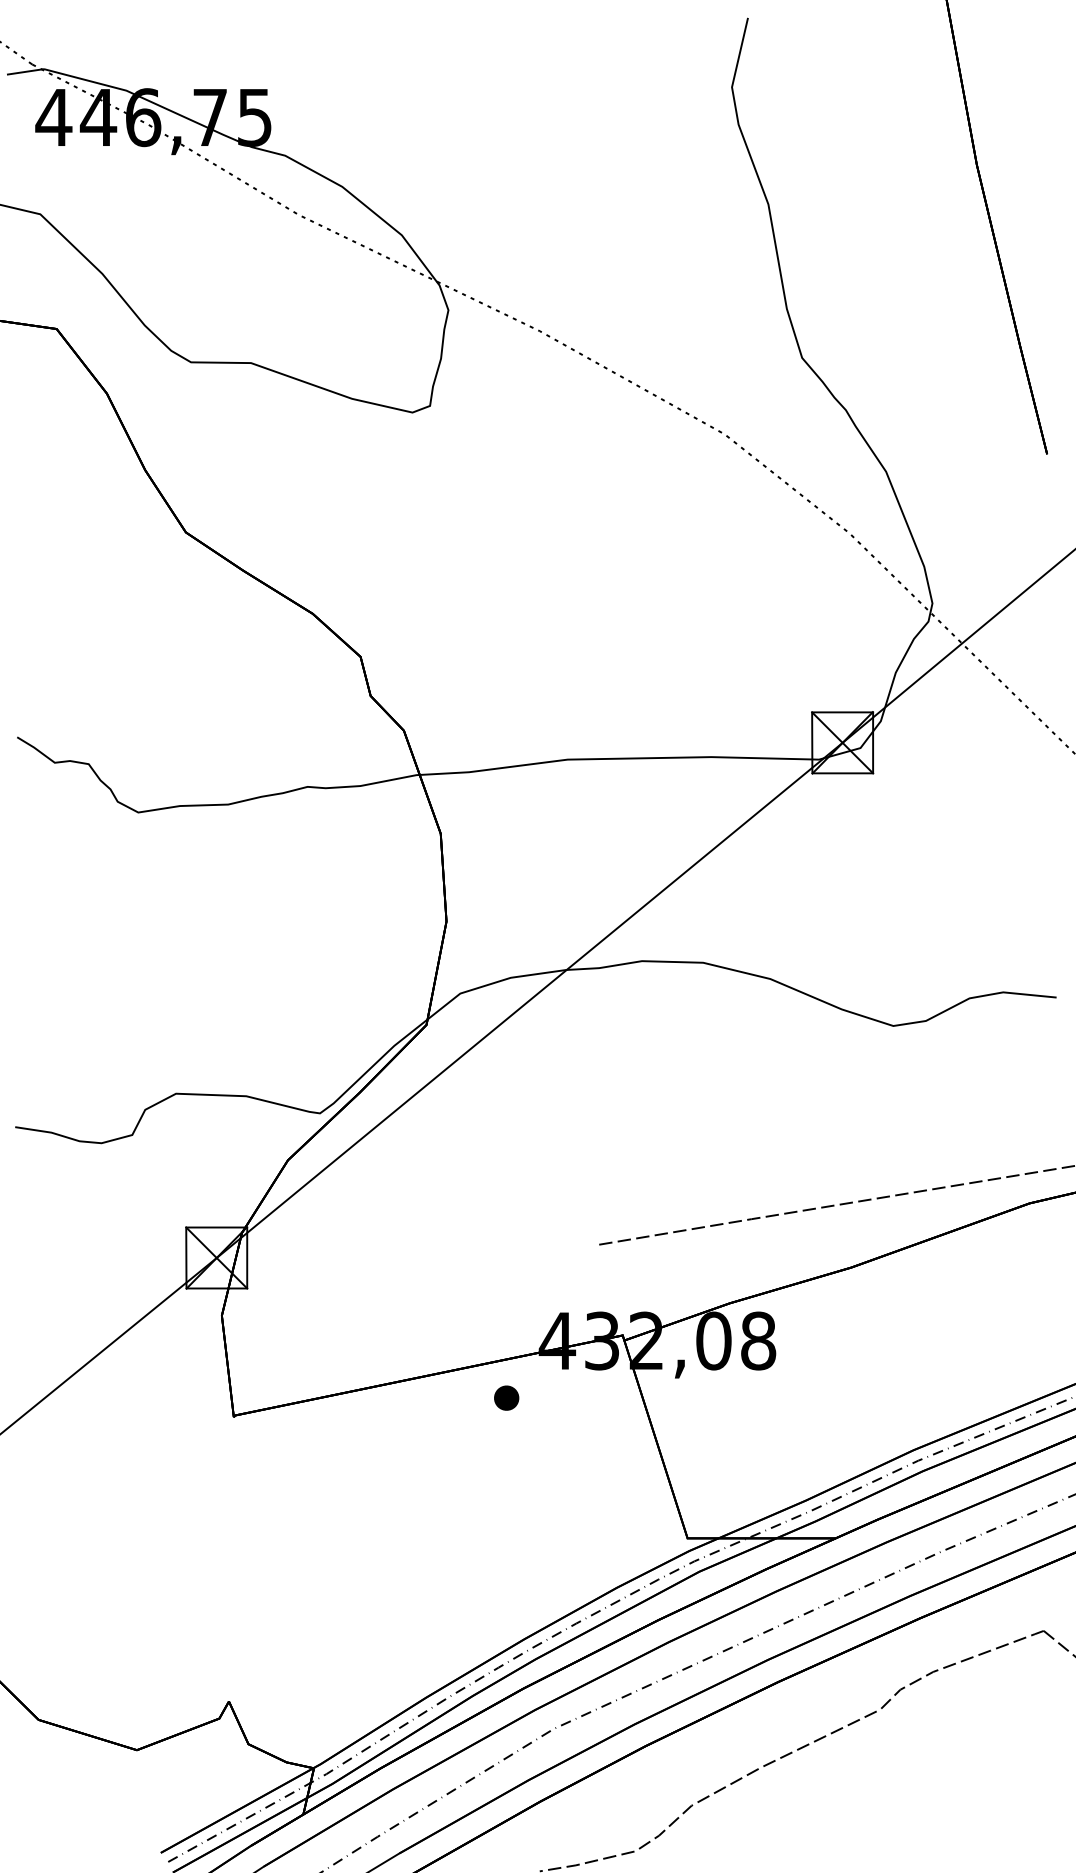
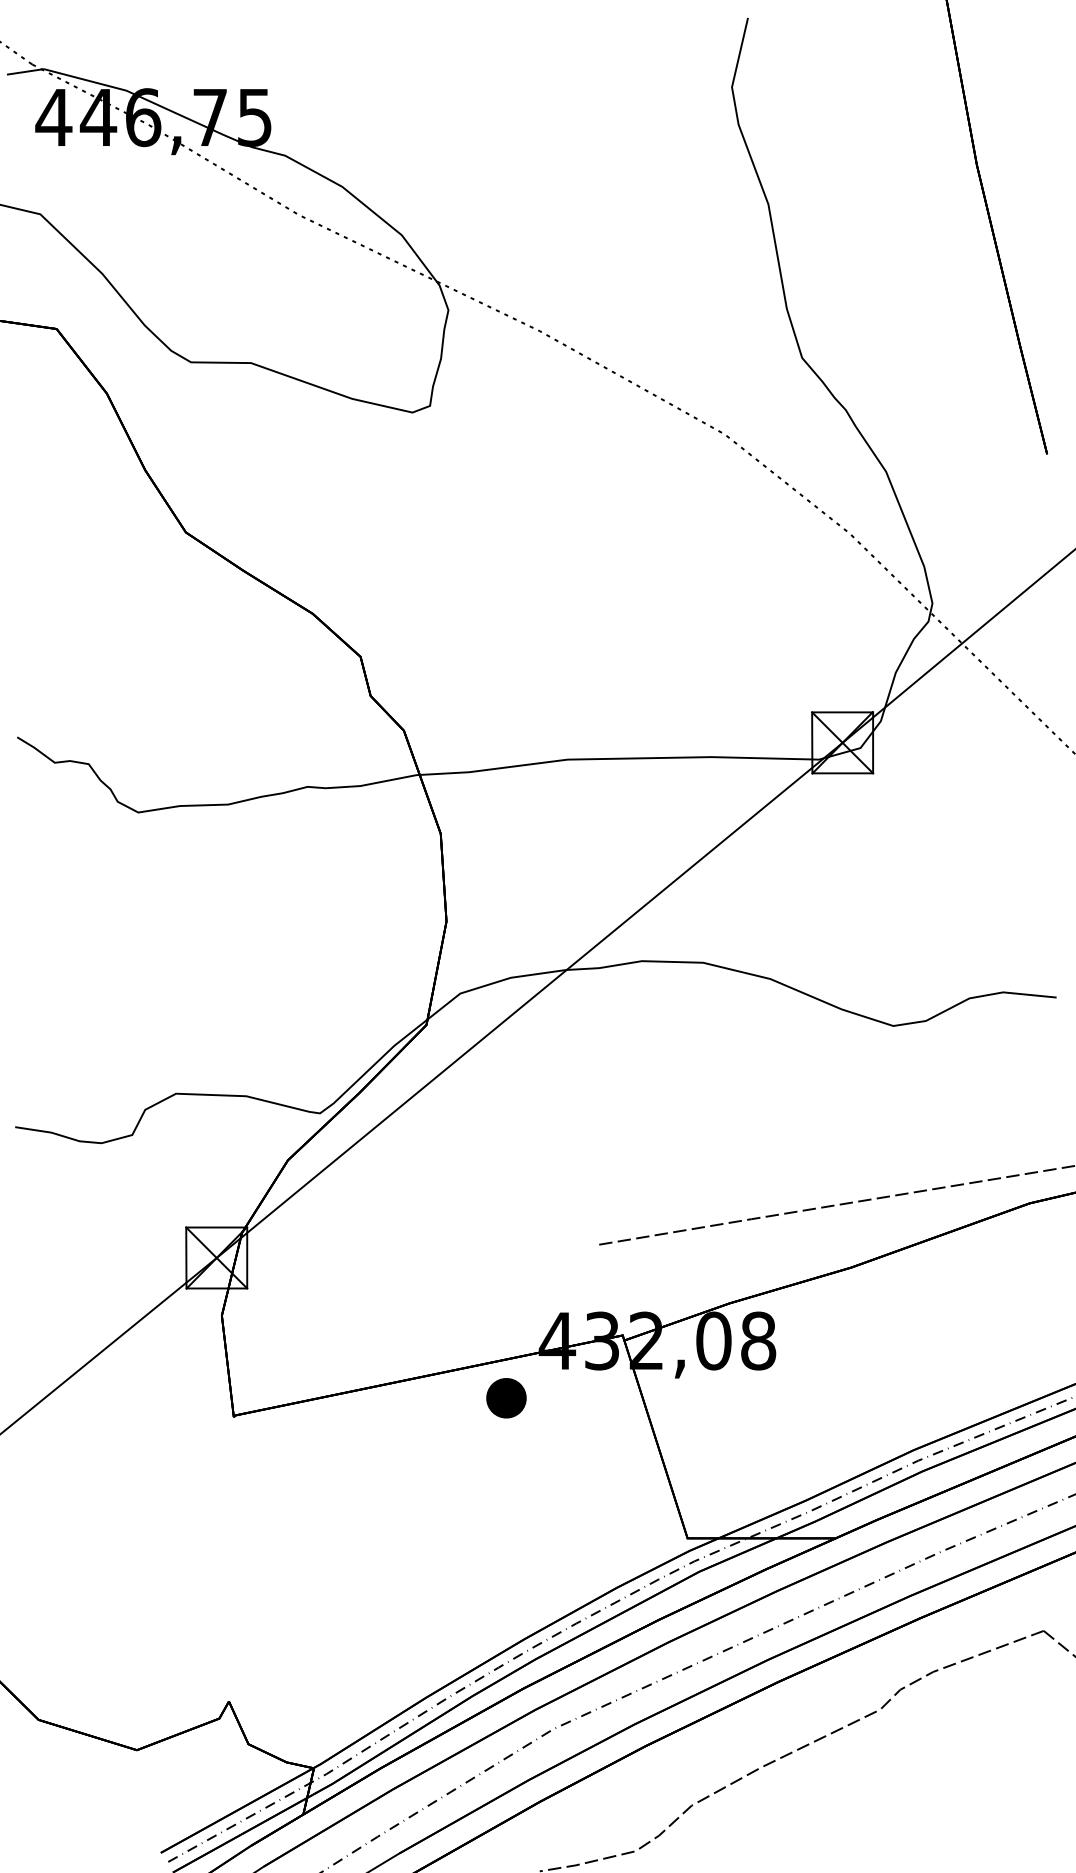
part at (506, 1397) size: 26x26 px -> 41x41 px
